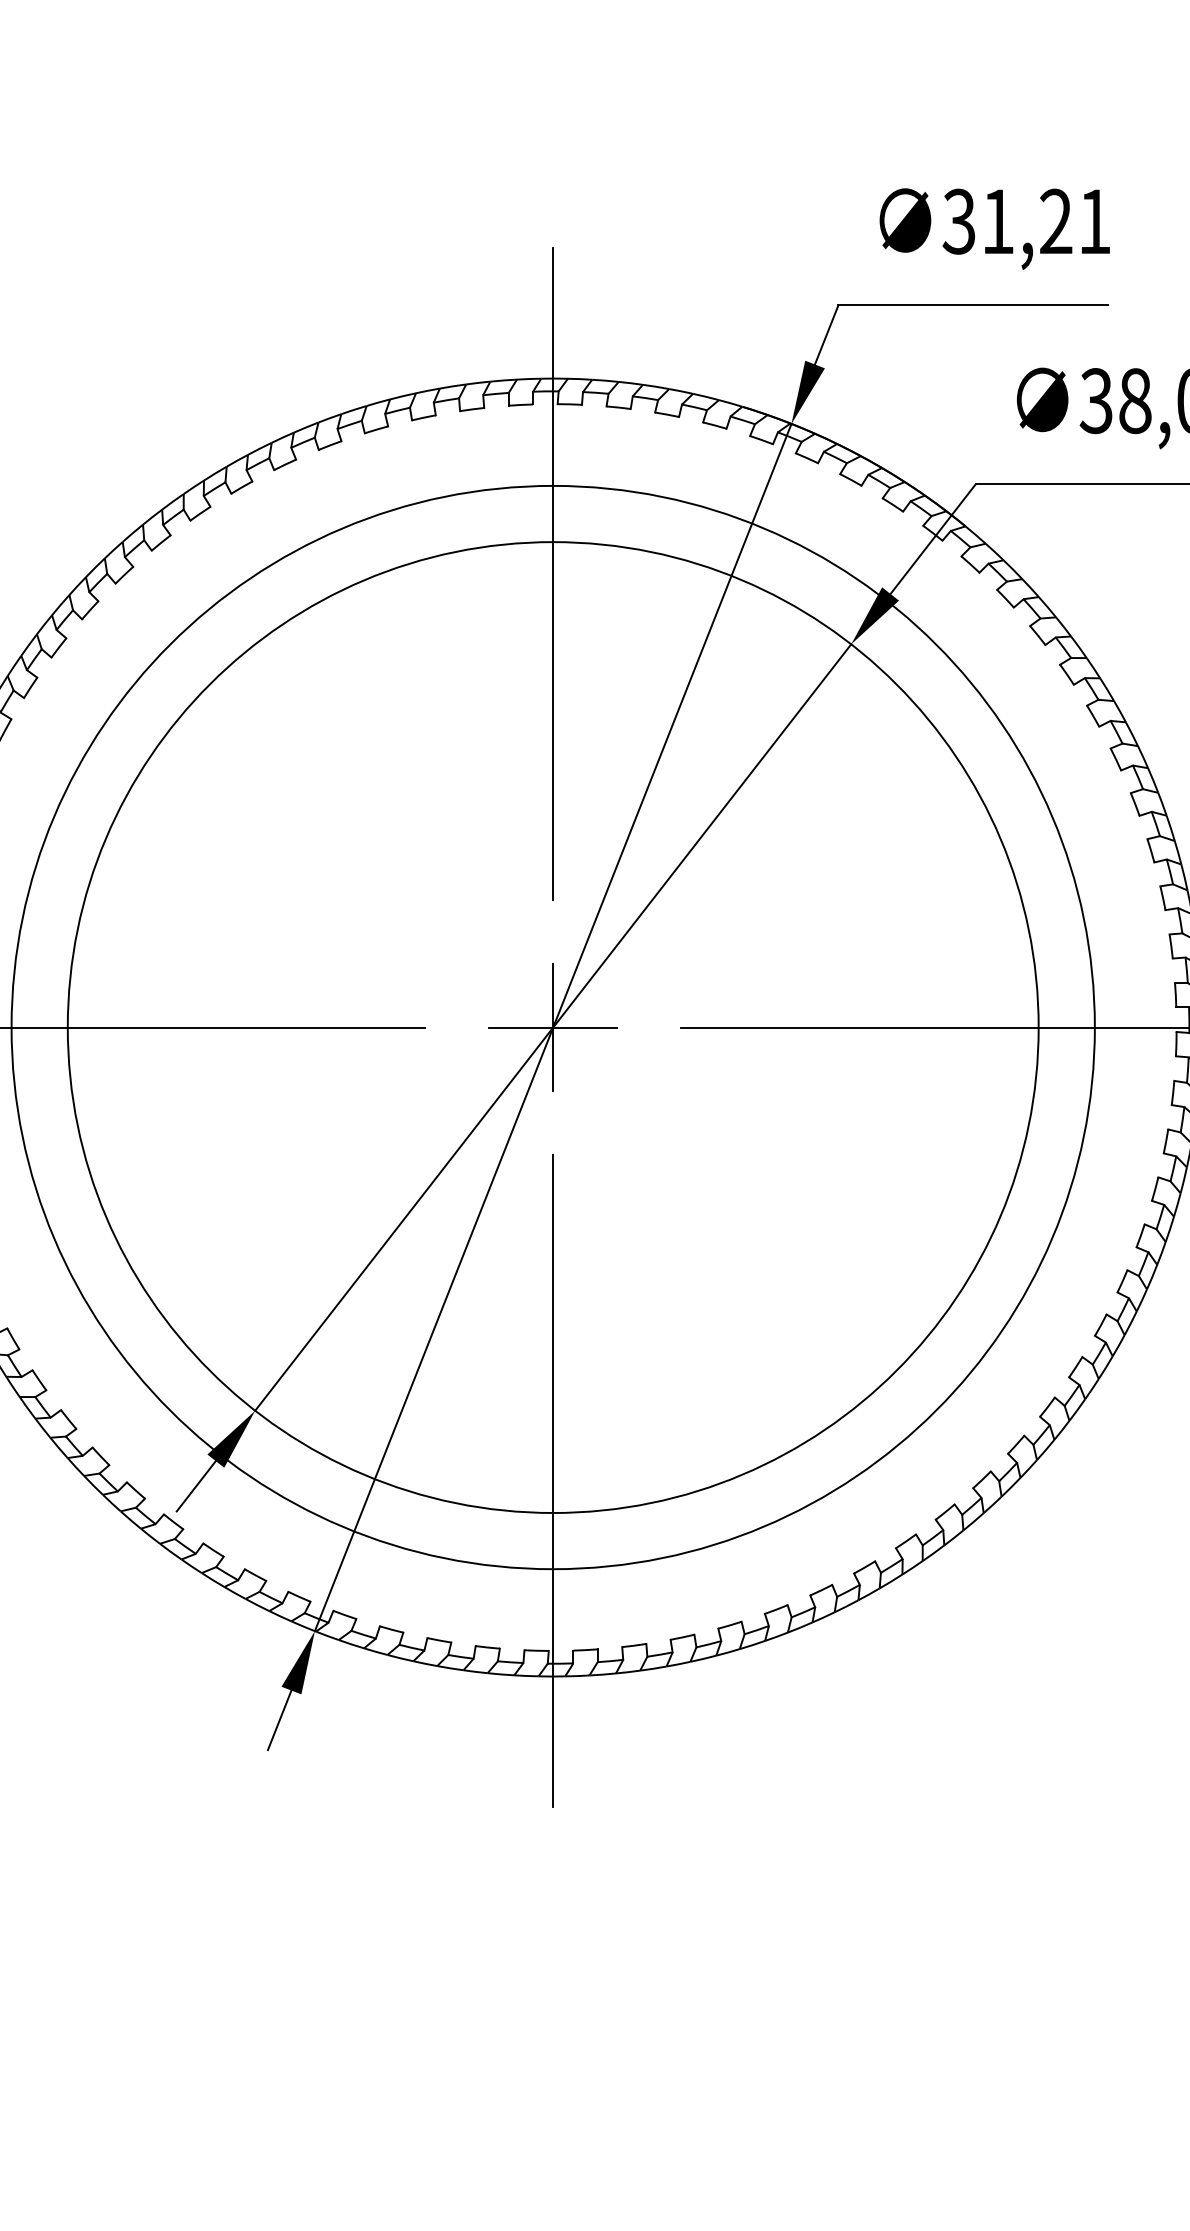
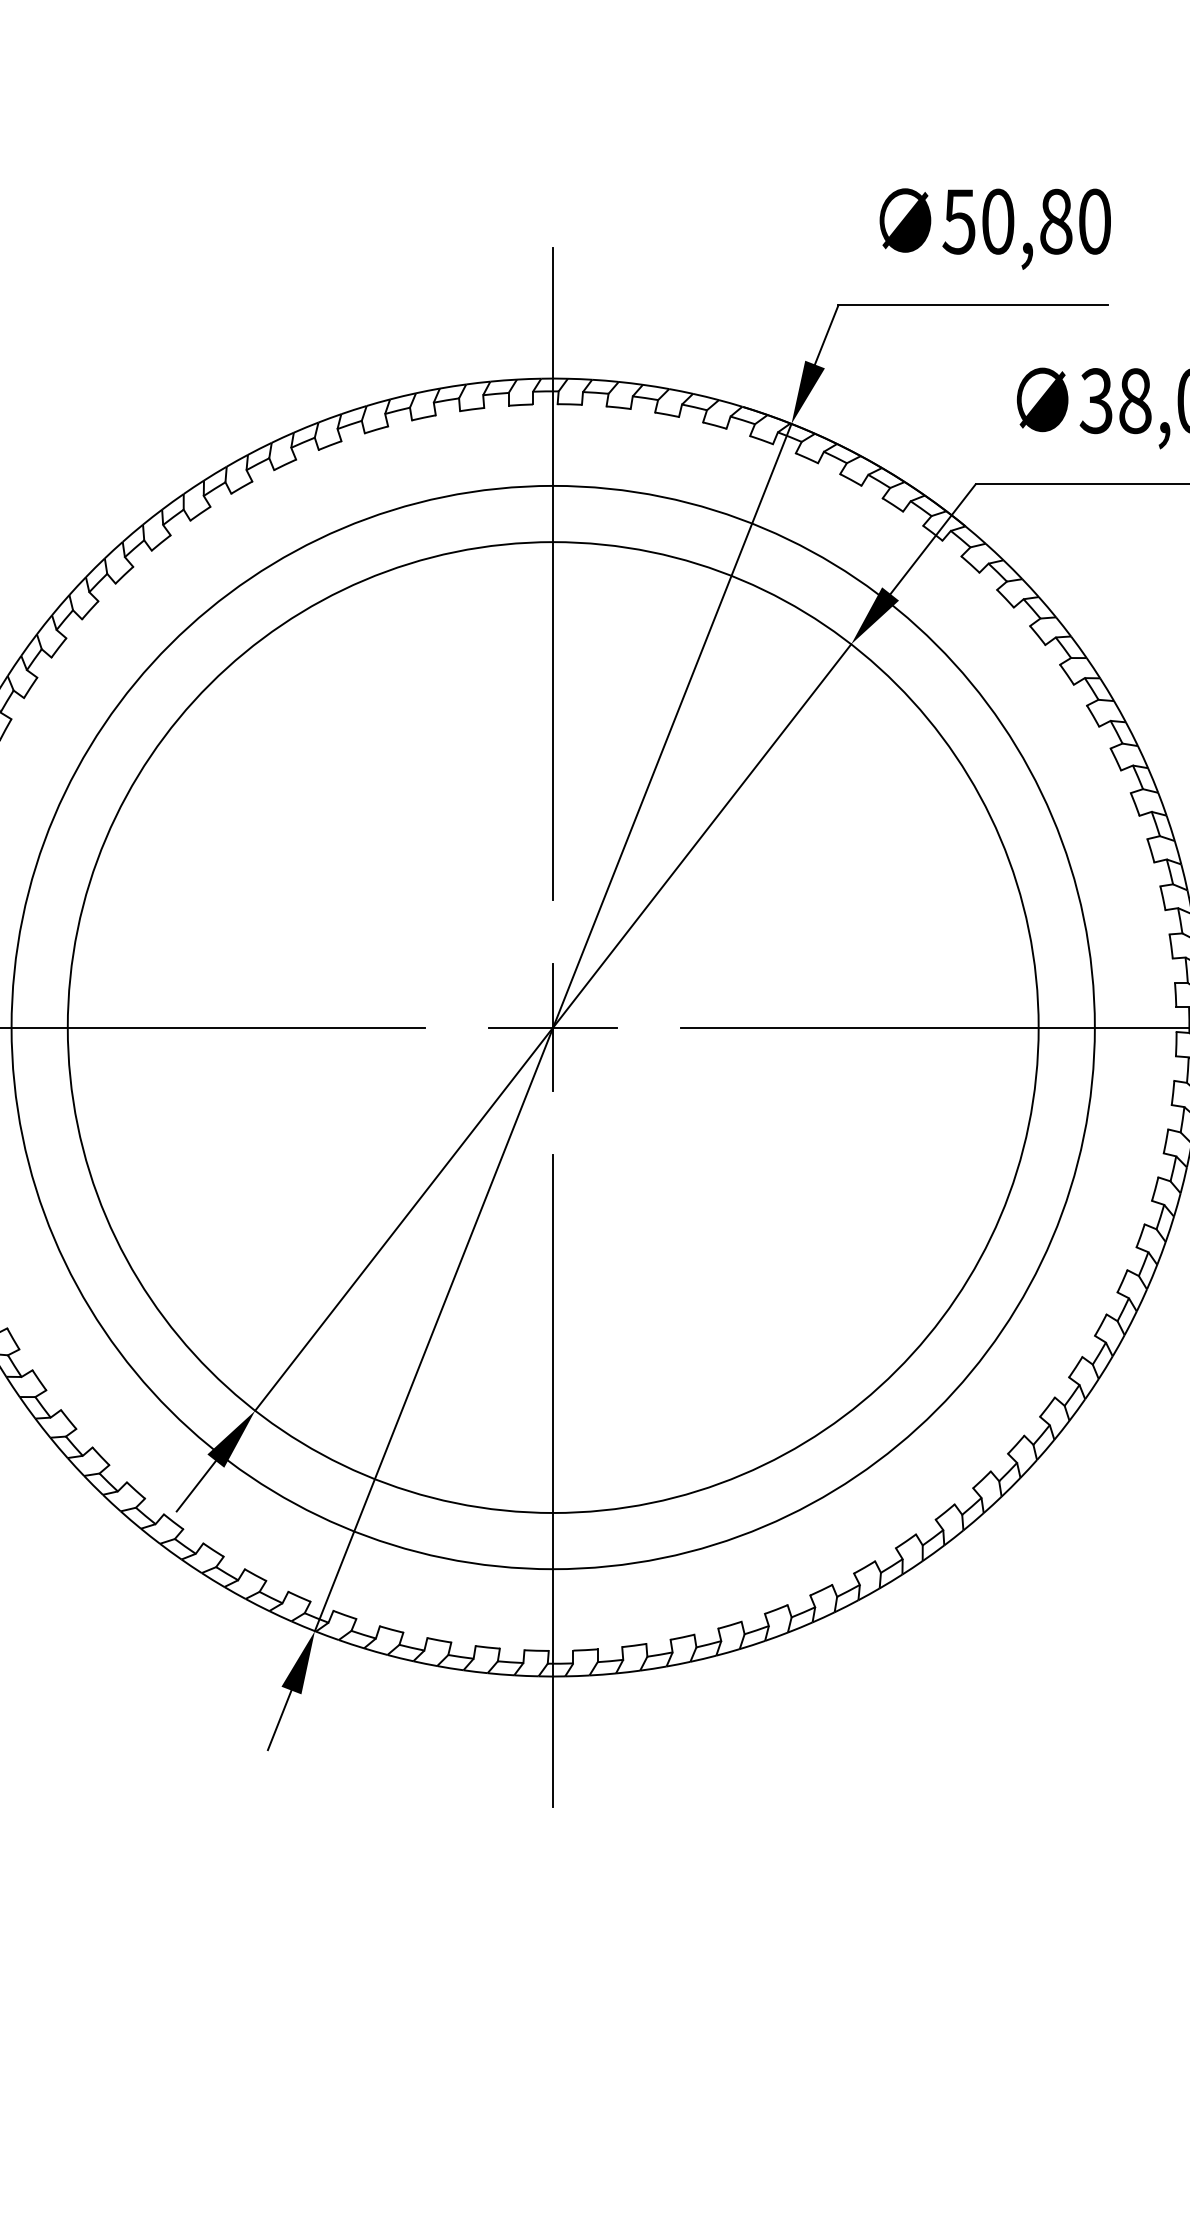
text at (1026, 221): 31,21 -> 50,80
